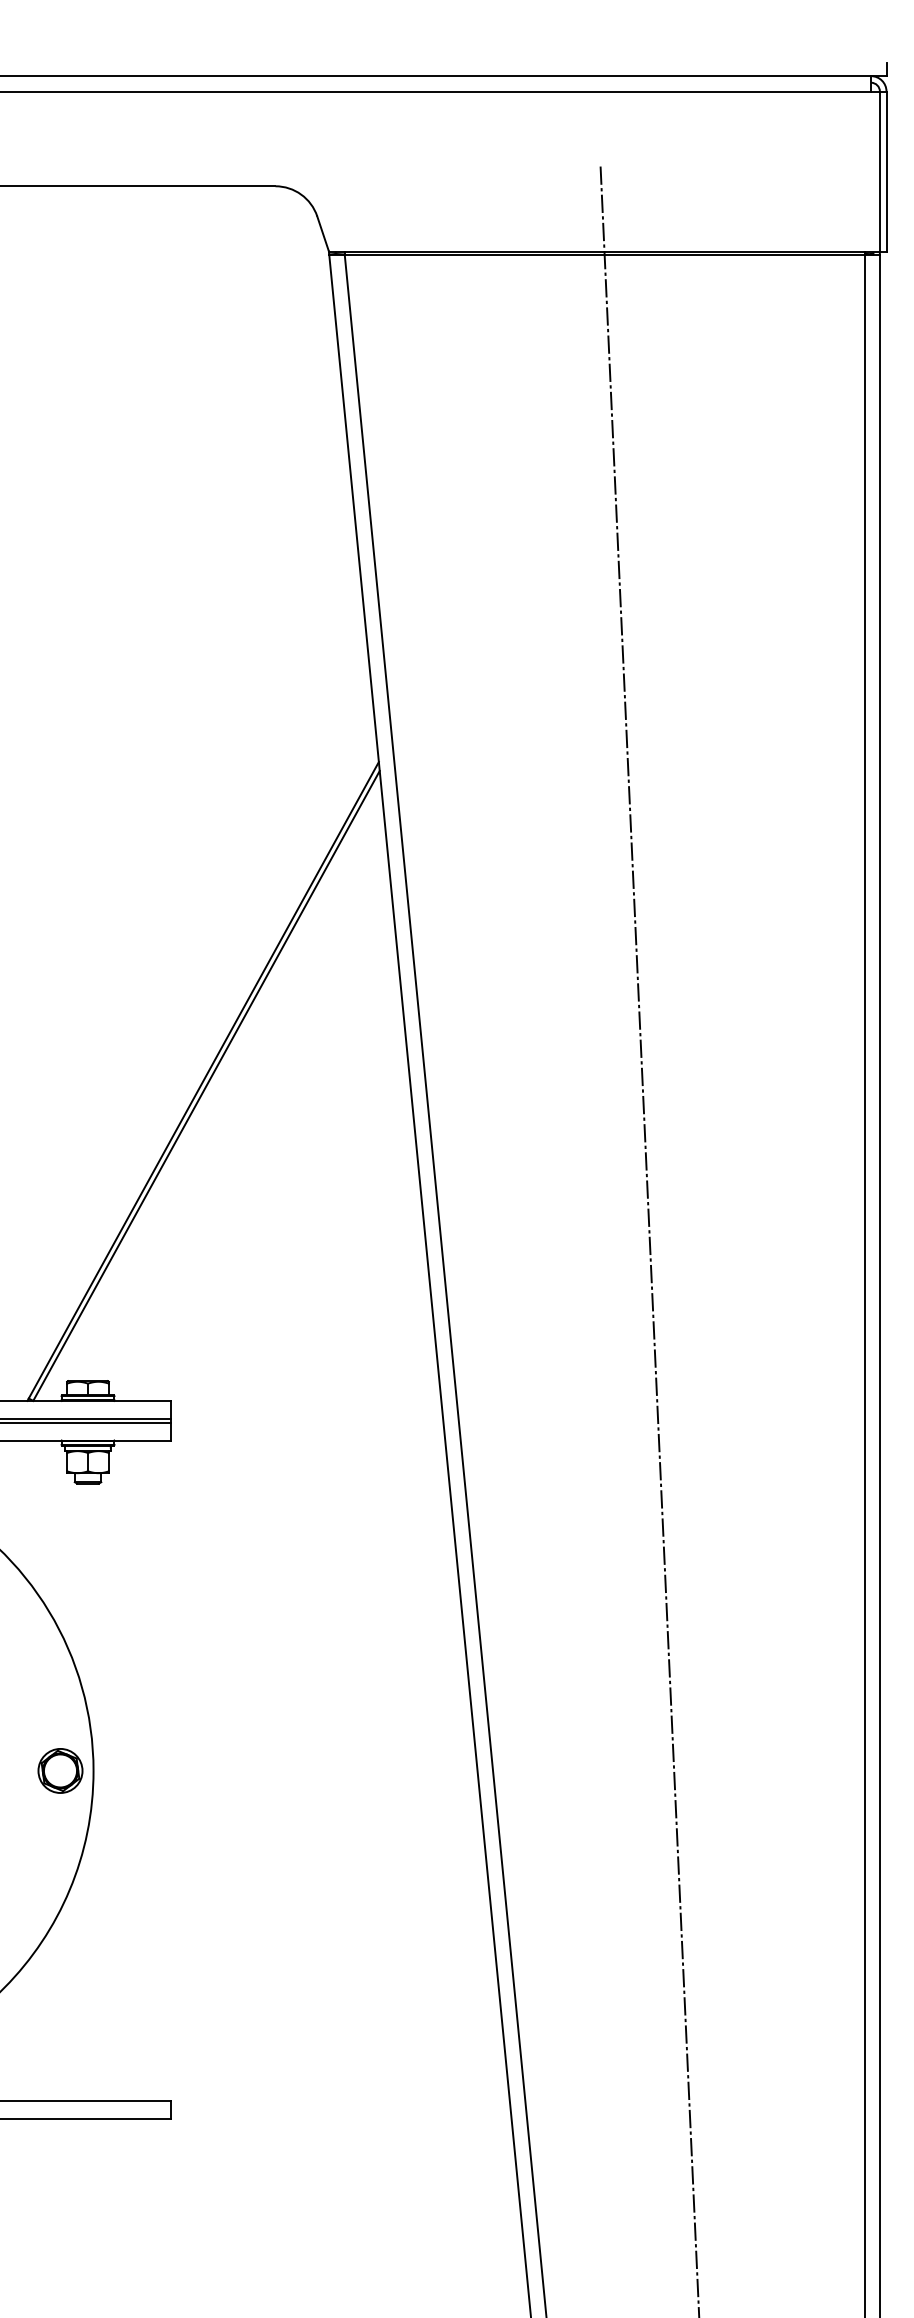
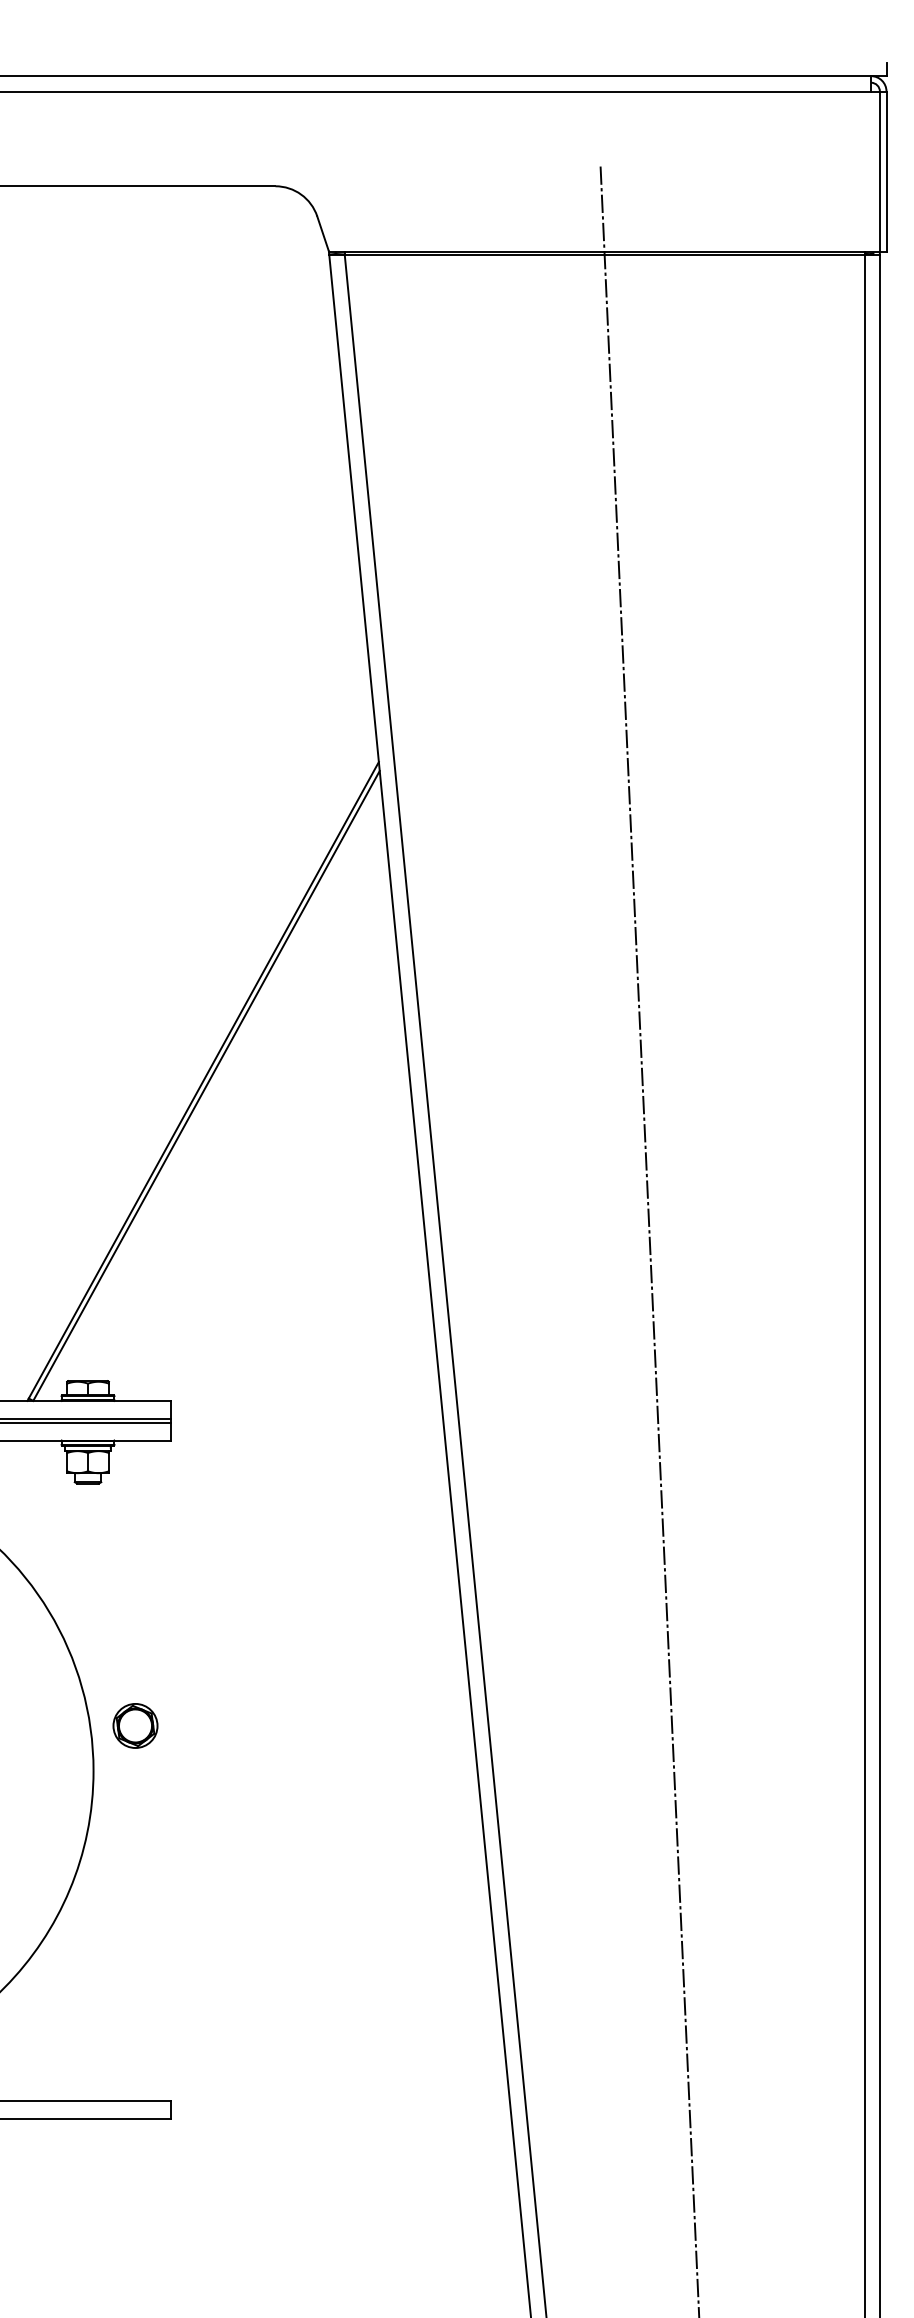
part at (60, 1770) position: (60, 1770) -> (135, 1725)
